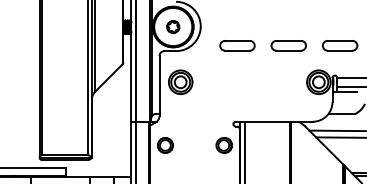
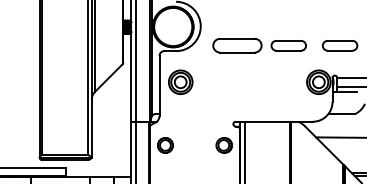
circle at (173, 26): present -> none
part at (237, 45) size: 37x12 px -> 51x17 px
line at (336, 130): present -> none
